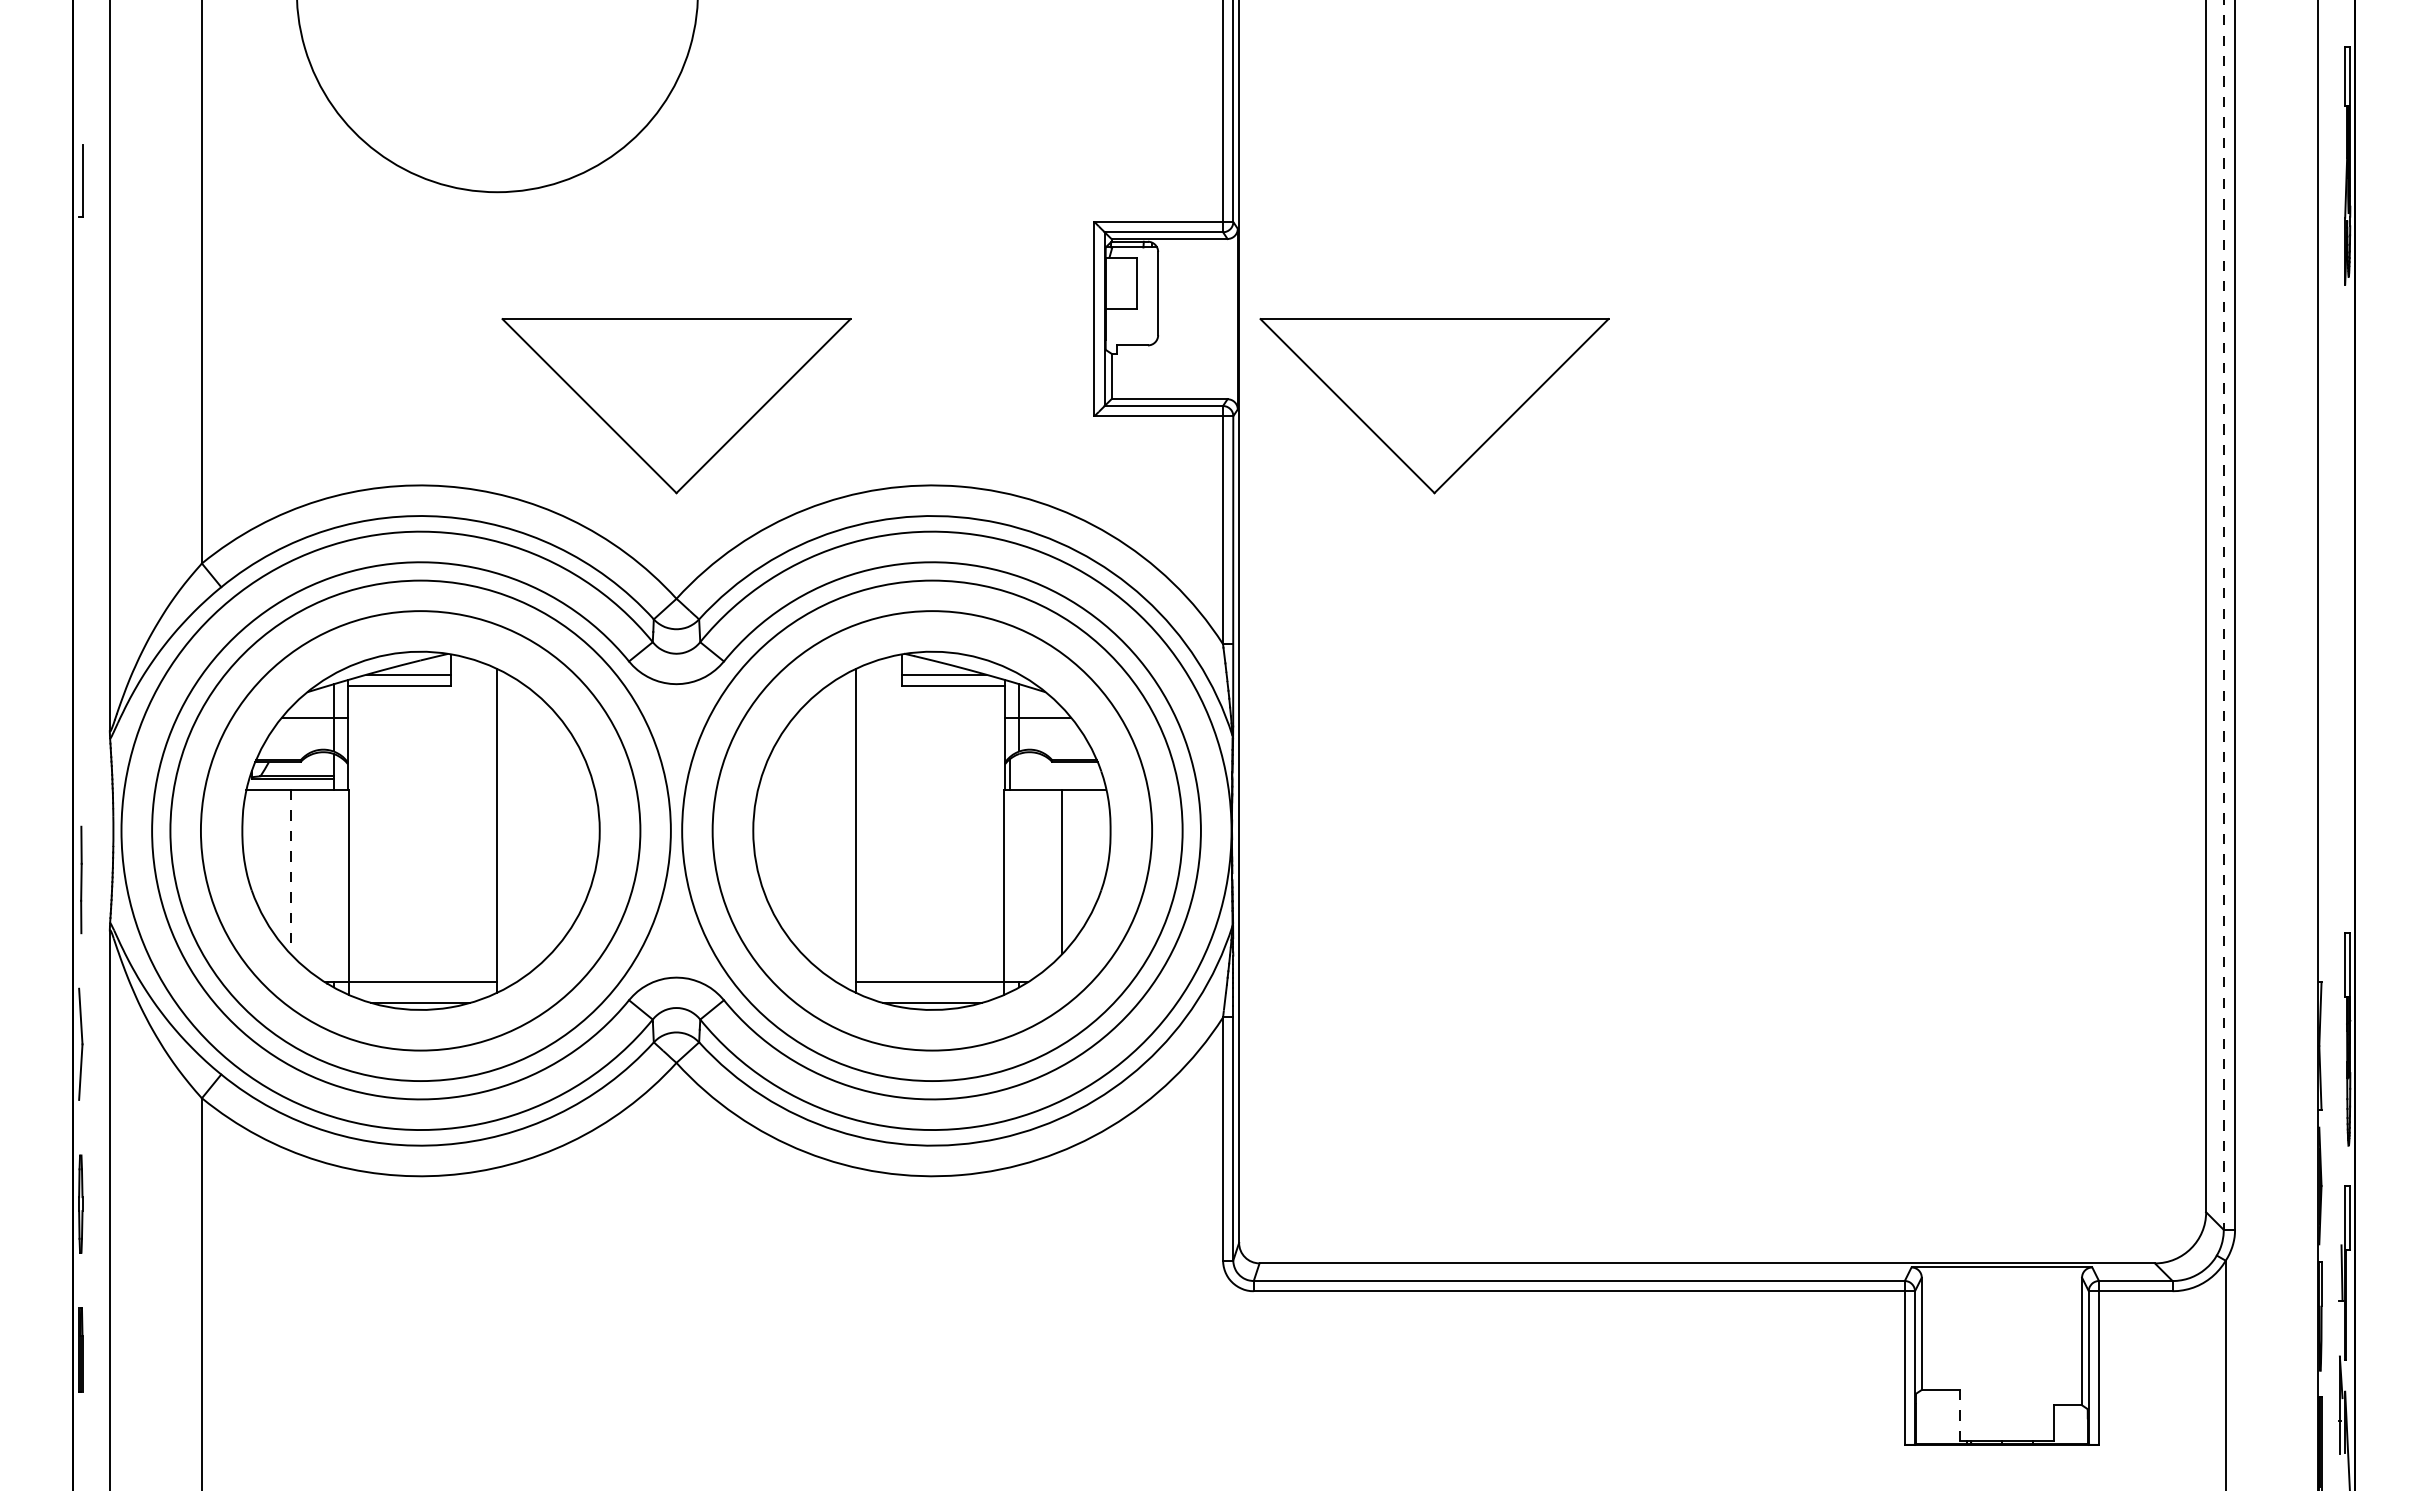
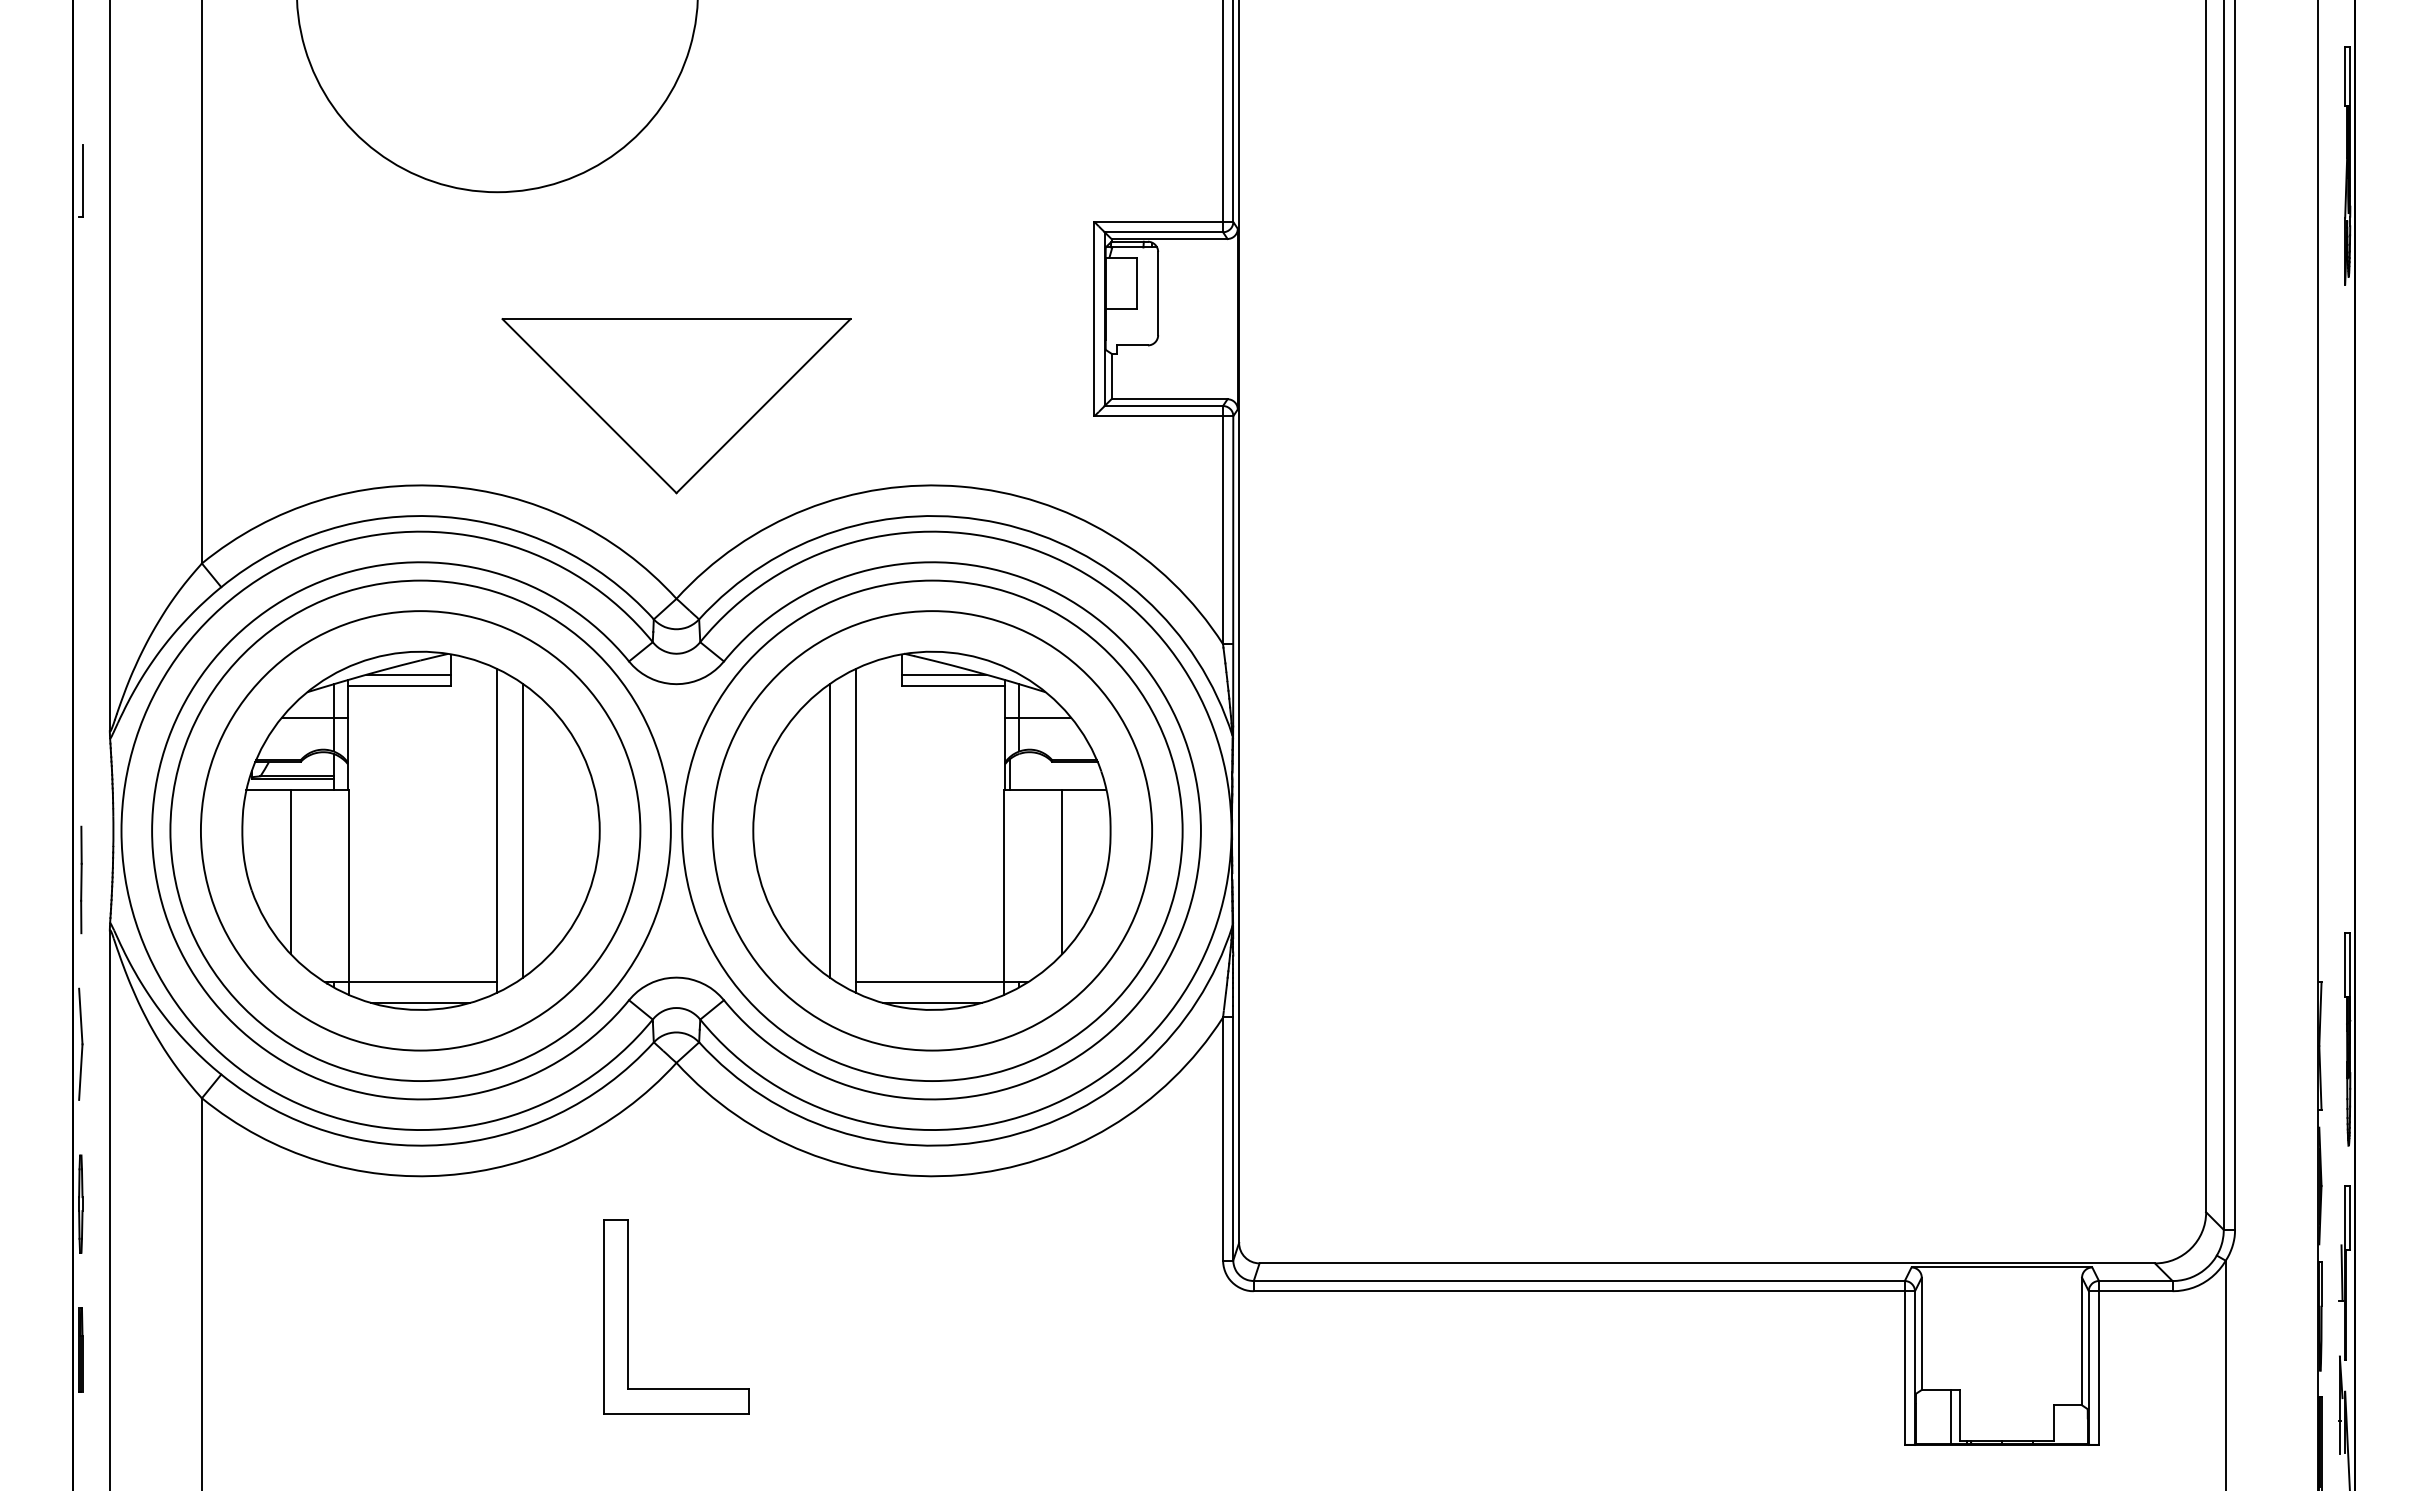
part at (1434, 406): present -> none
line at (2223, 615): dashed -> solid
line at (523, 830): none -> present
line at (830, 830): none -> present
line at (290, 872): dashed -> solid
part at (628, 1316): none -> present
line at (1959, 1415): dashed -> solid
line at (1950, 1416): none -> present
